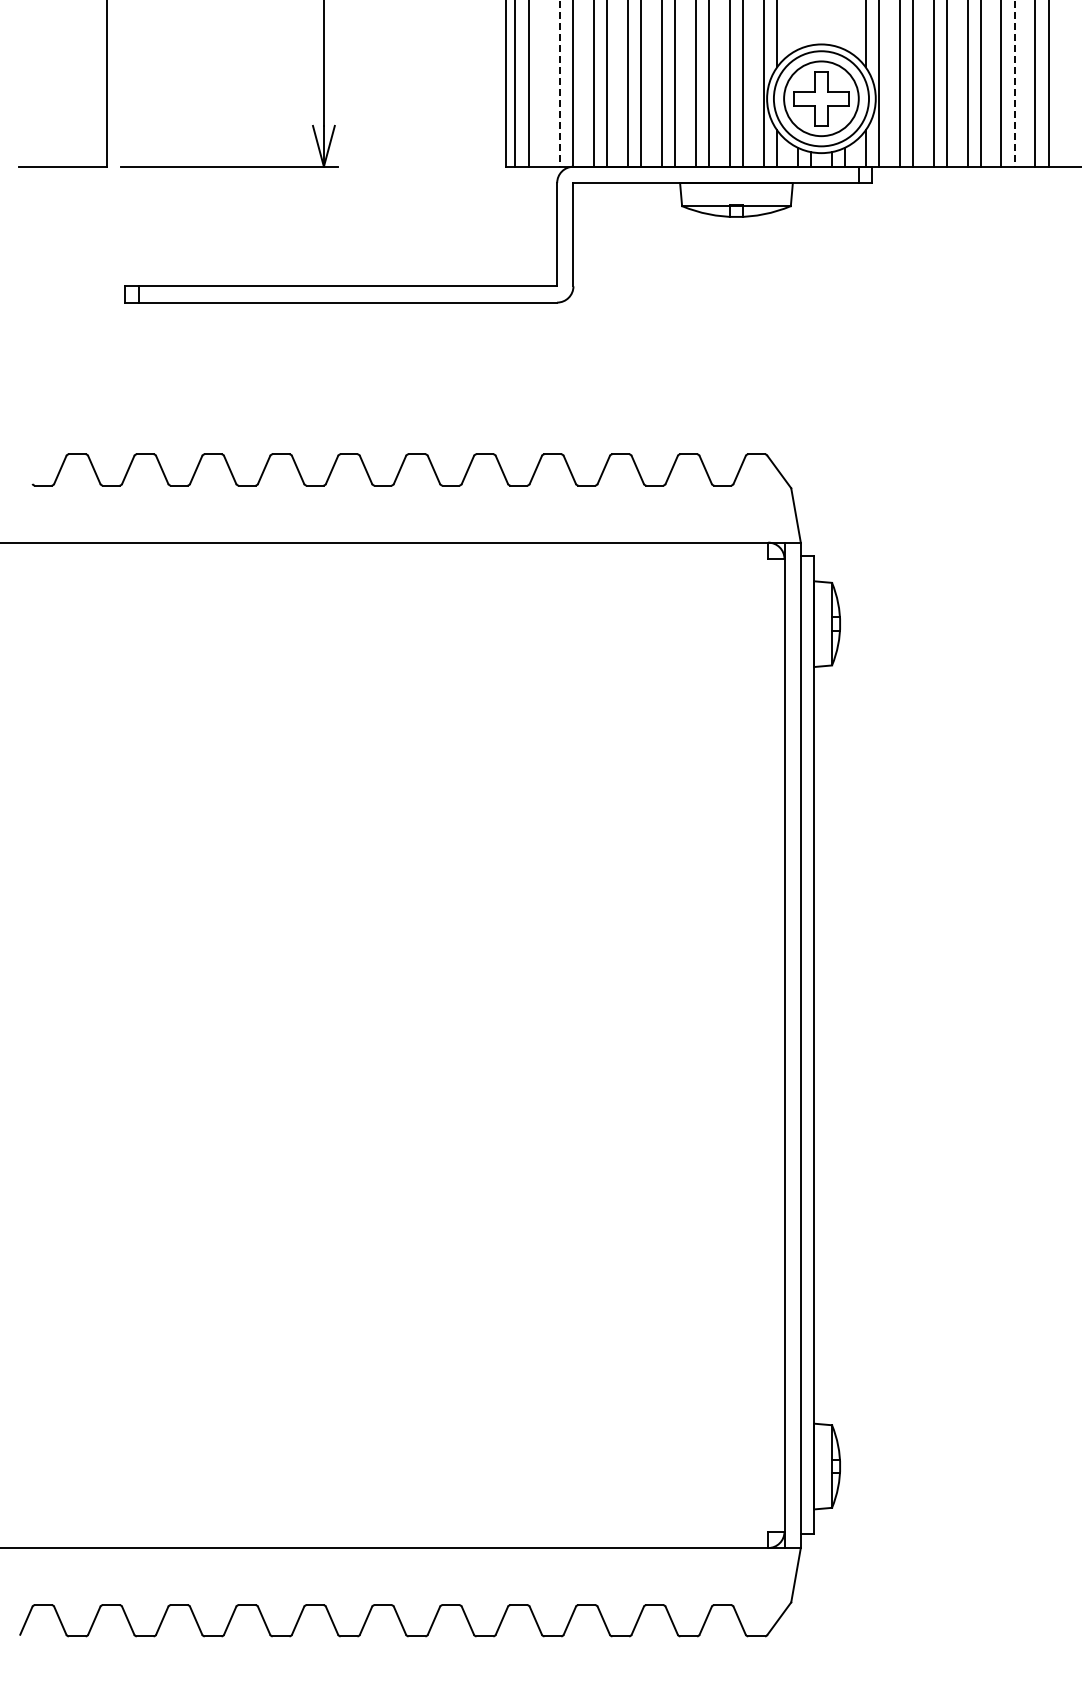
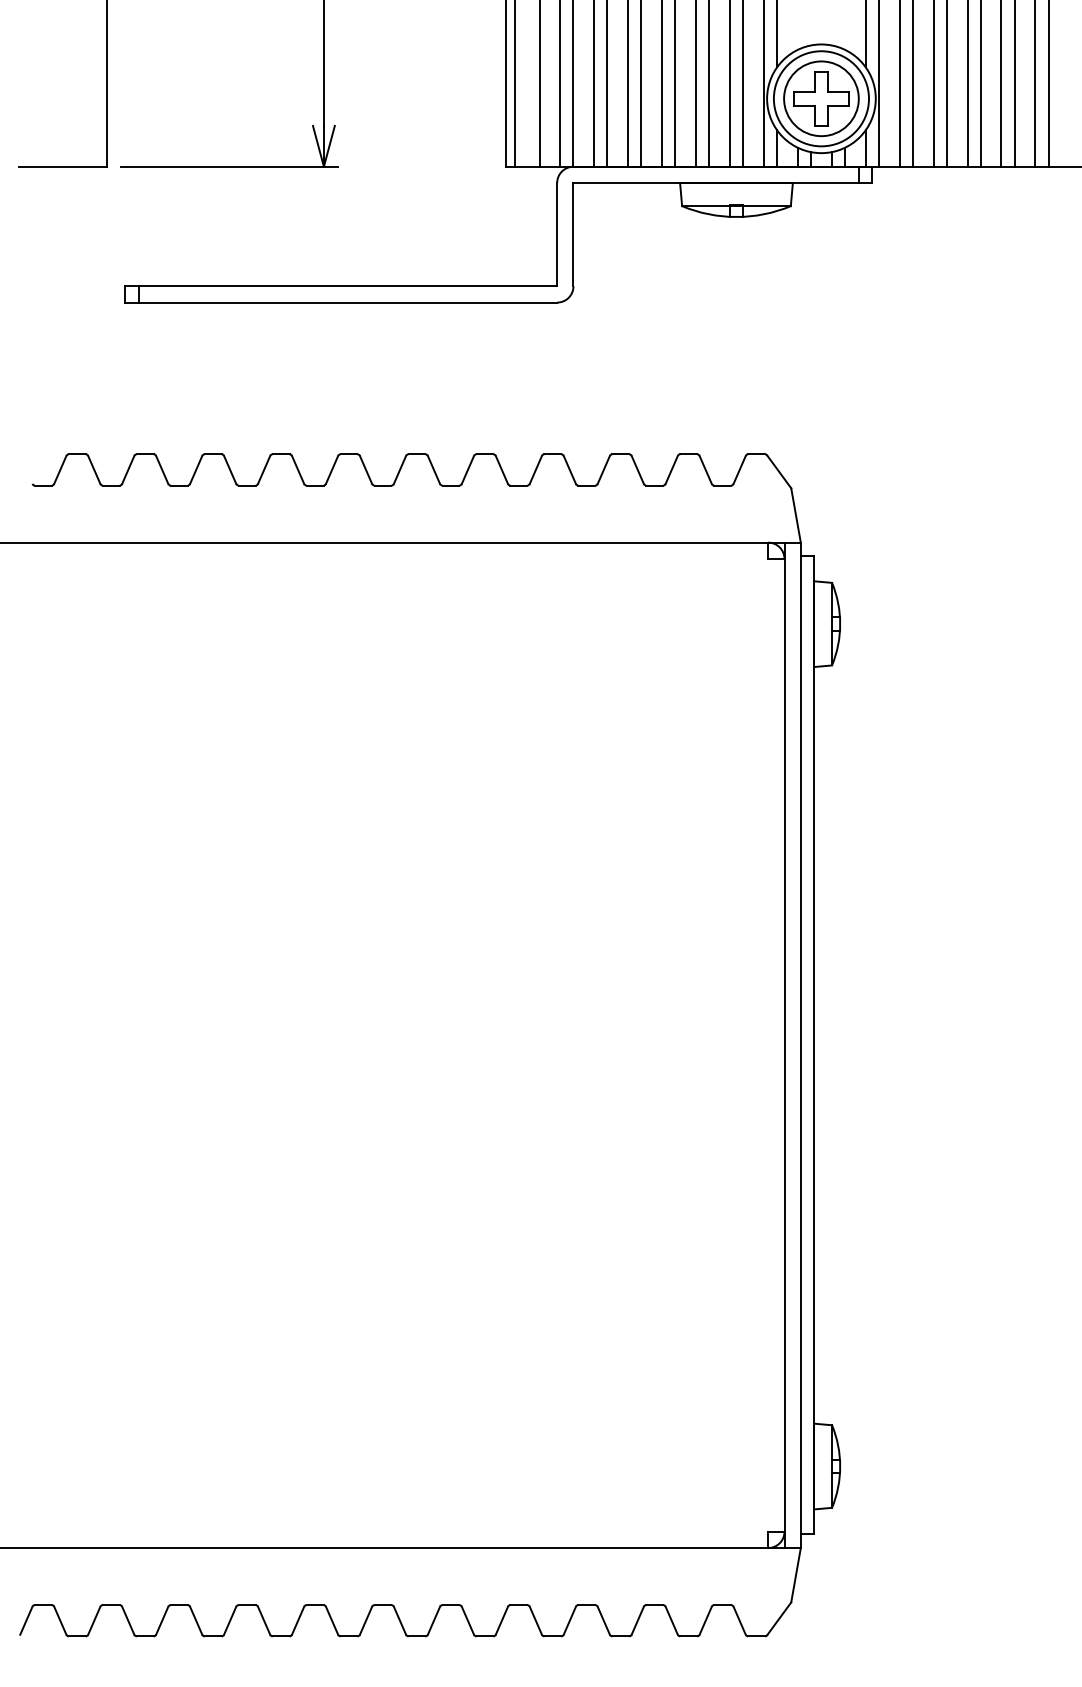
line at (559, 83): dashed -> solid
line at (1015, 83): dashed -> solid
line at (528, 84) position: (528, 84) -> (539, 84)
